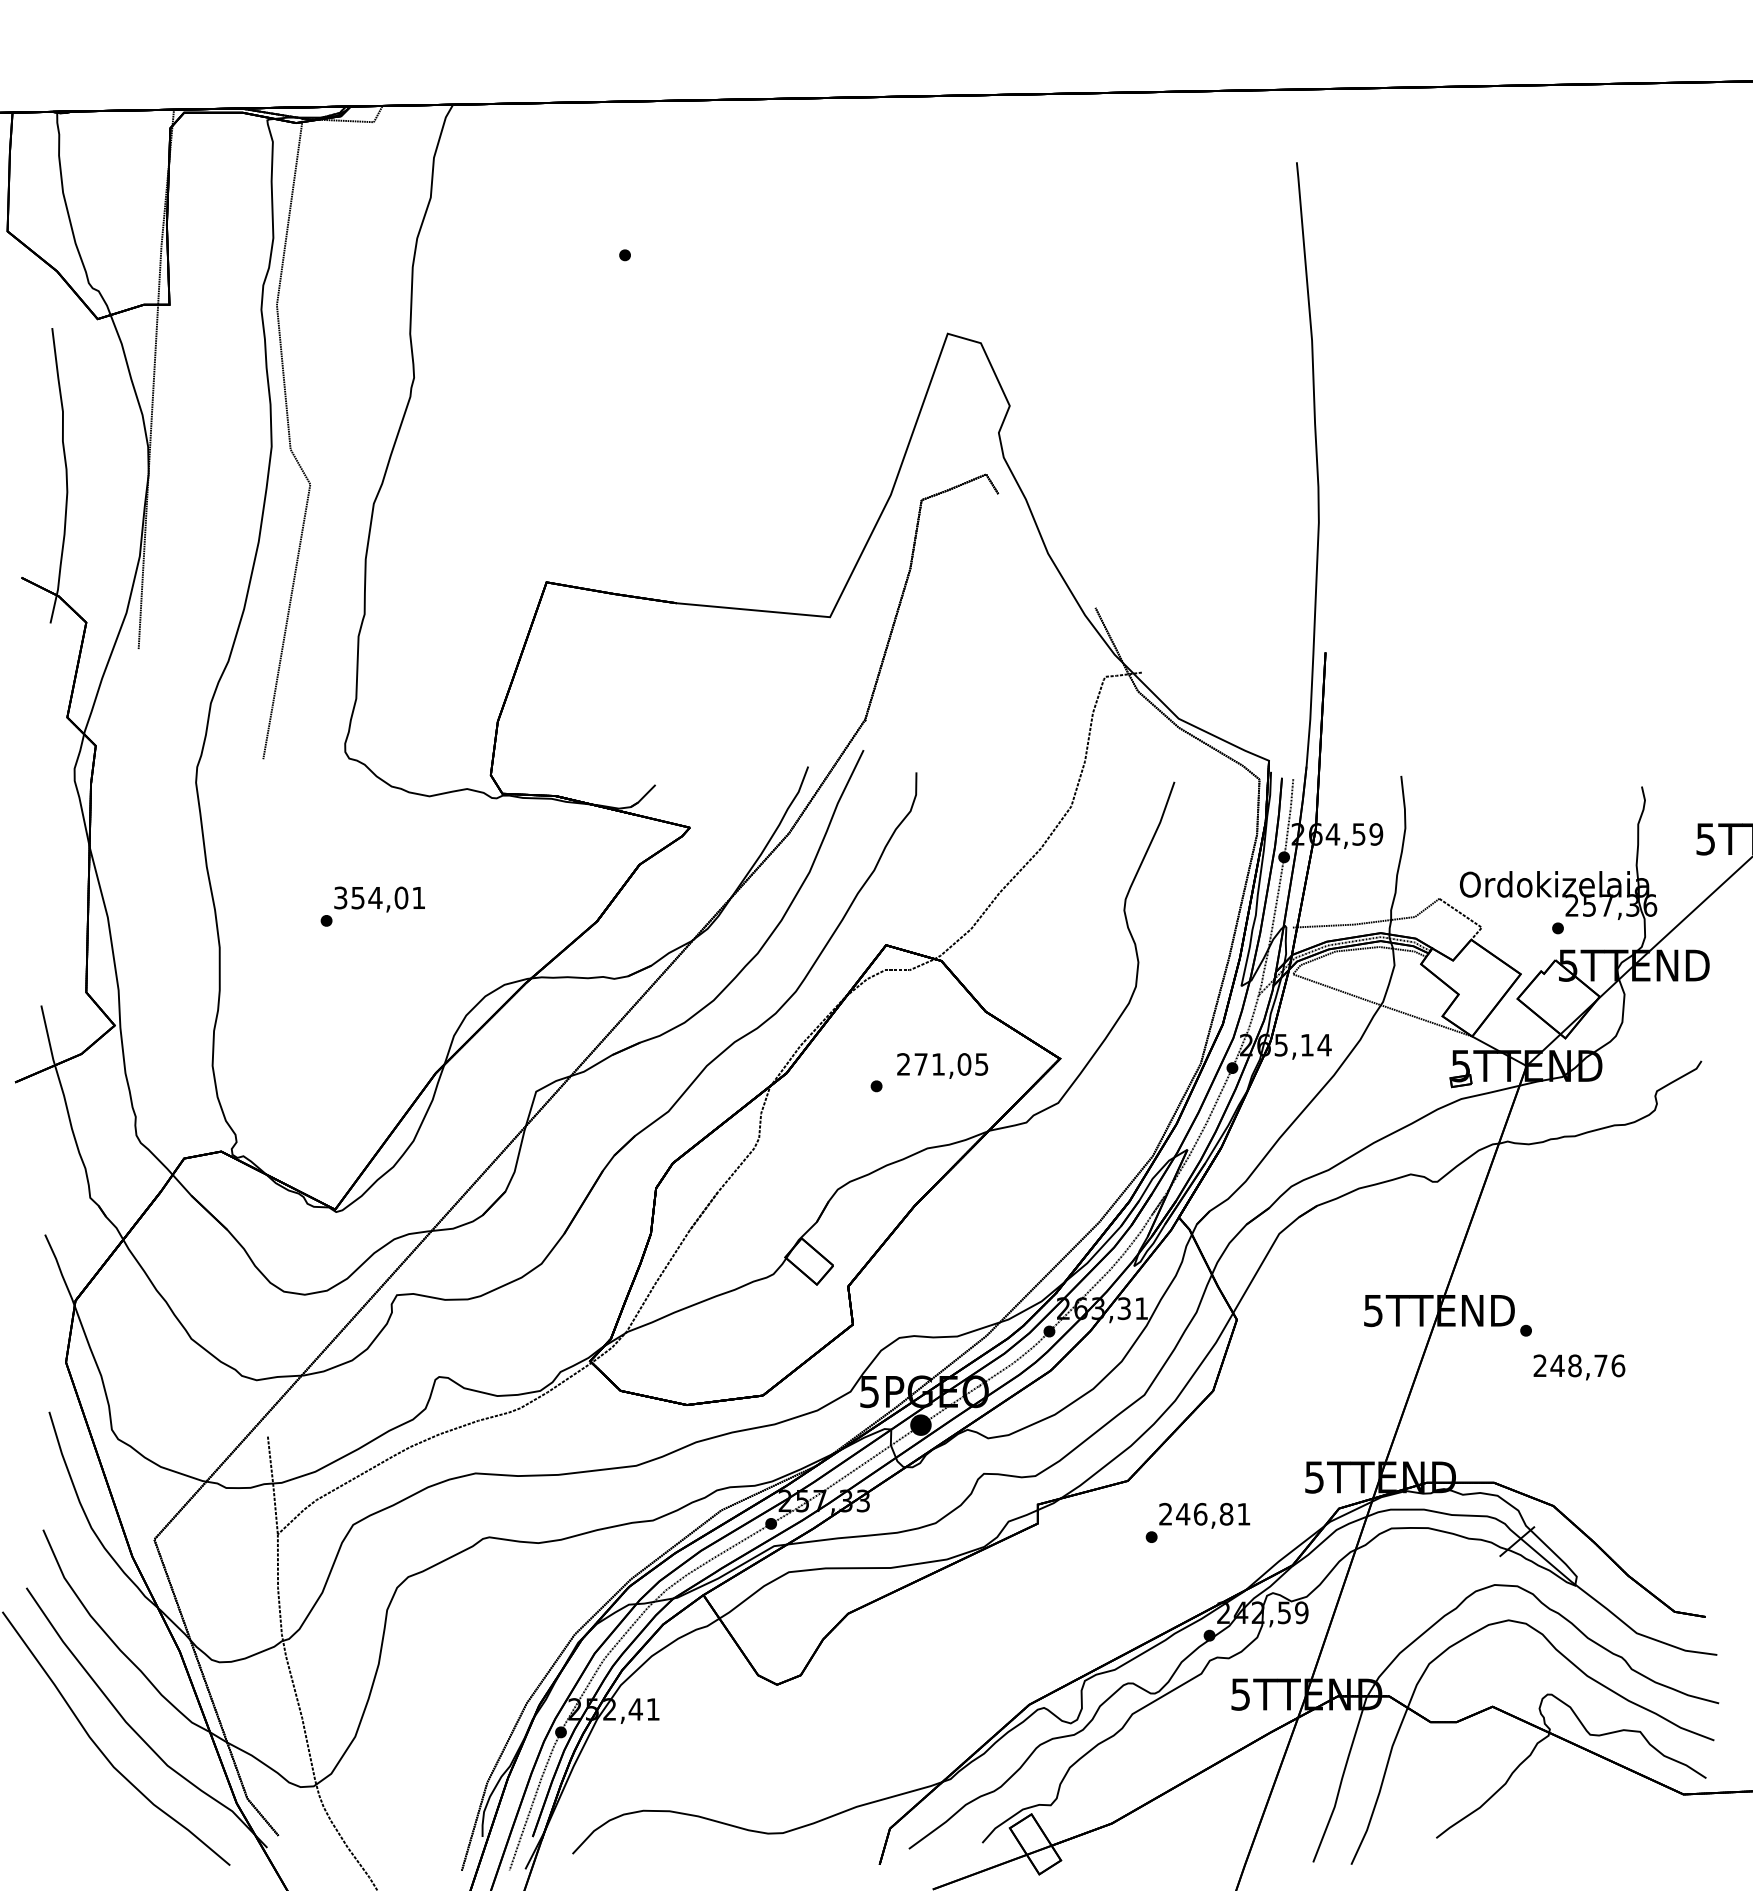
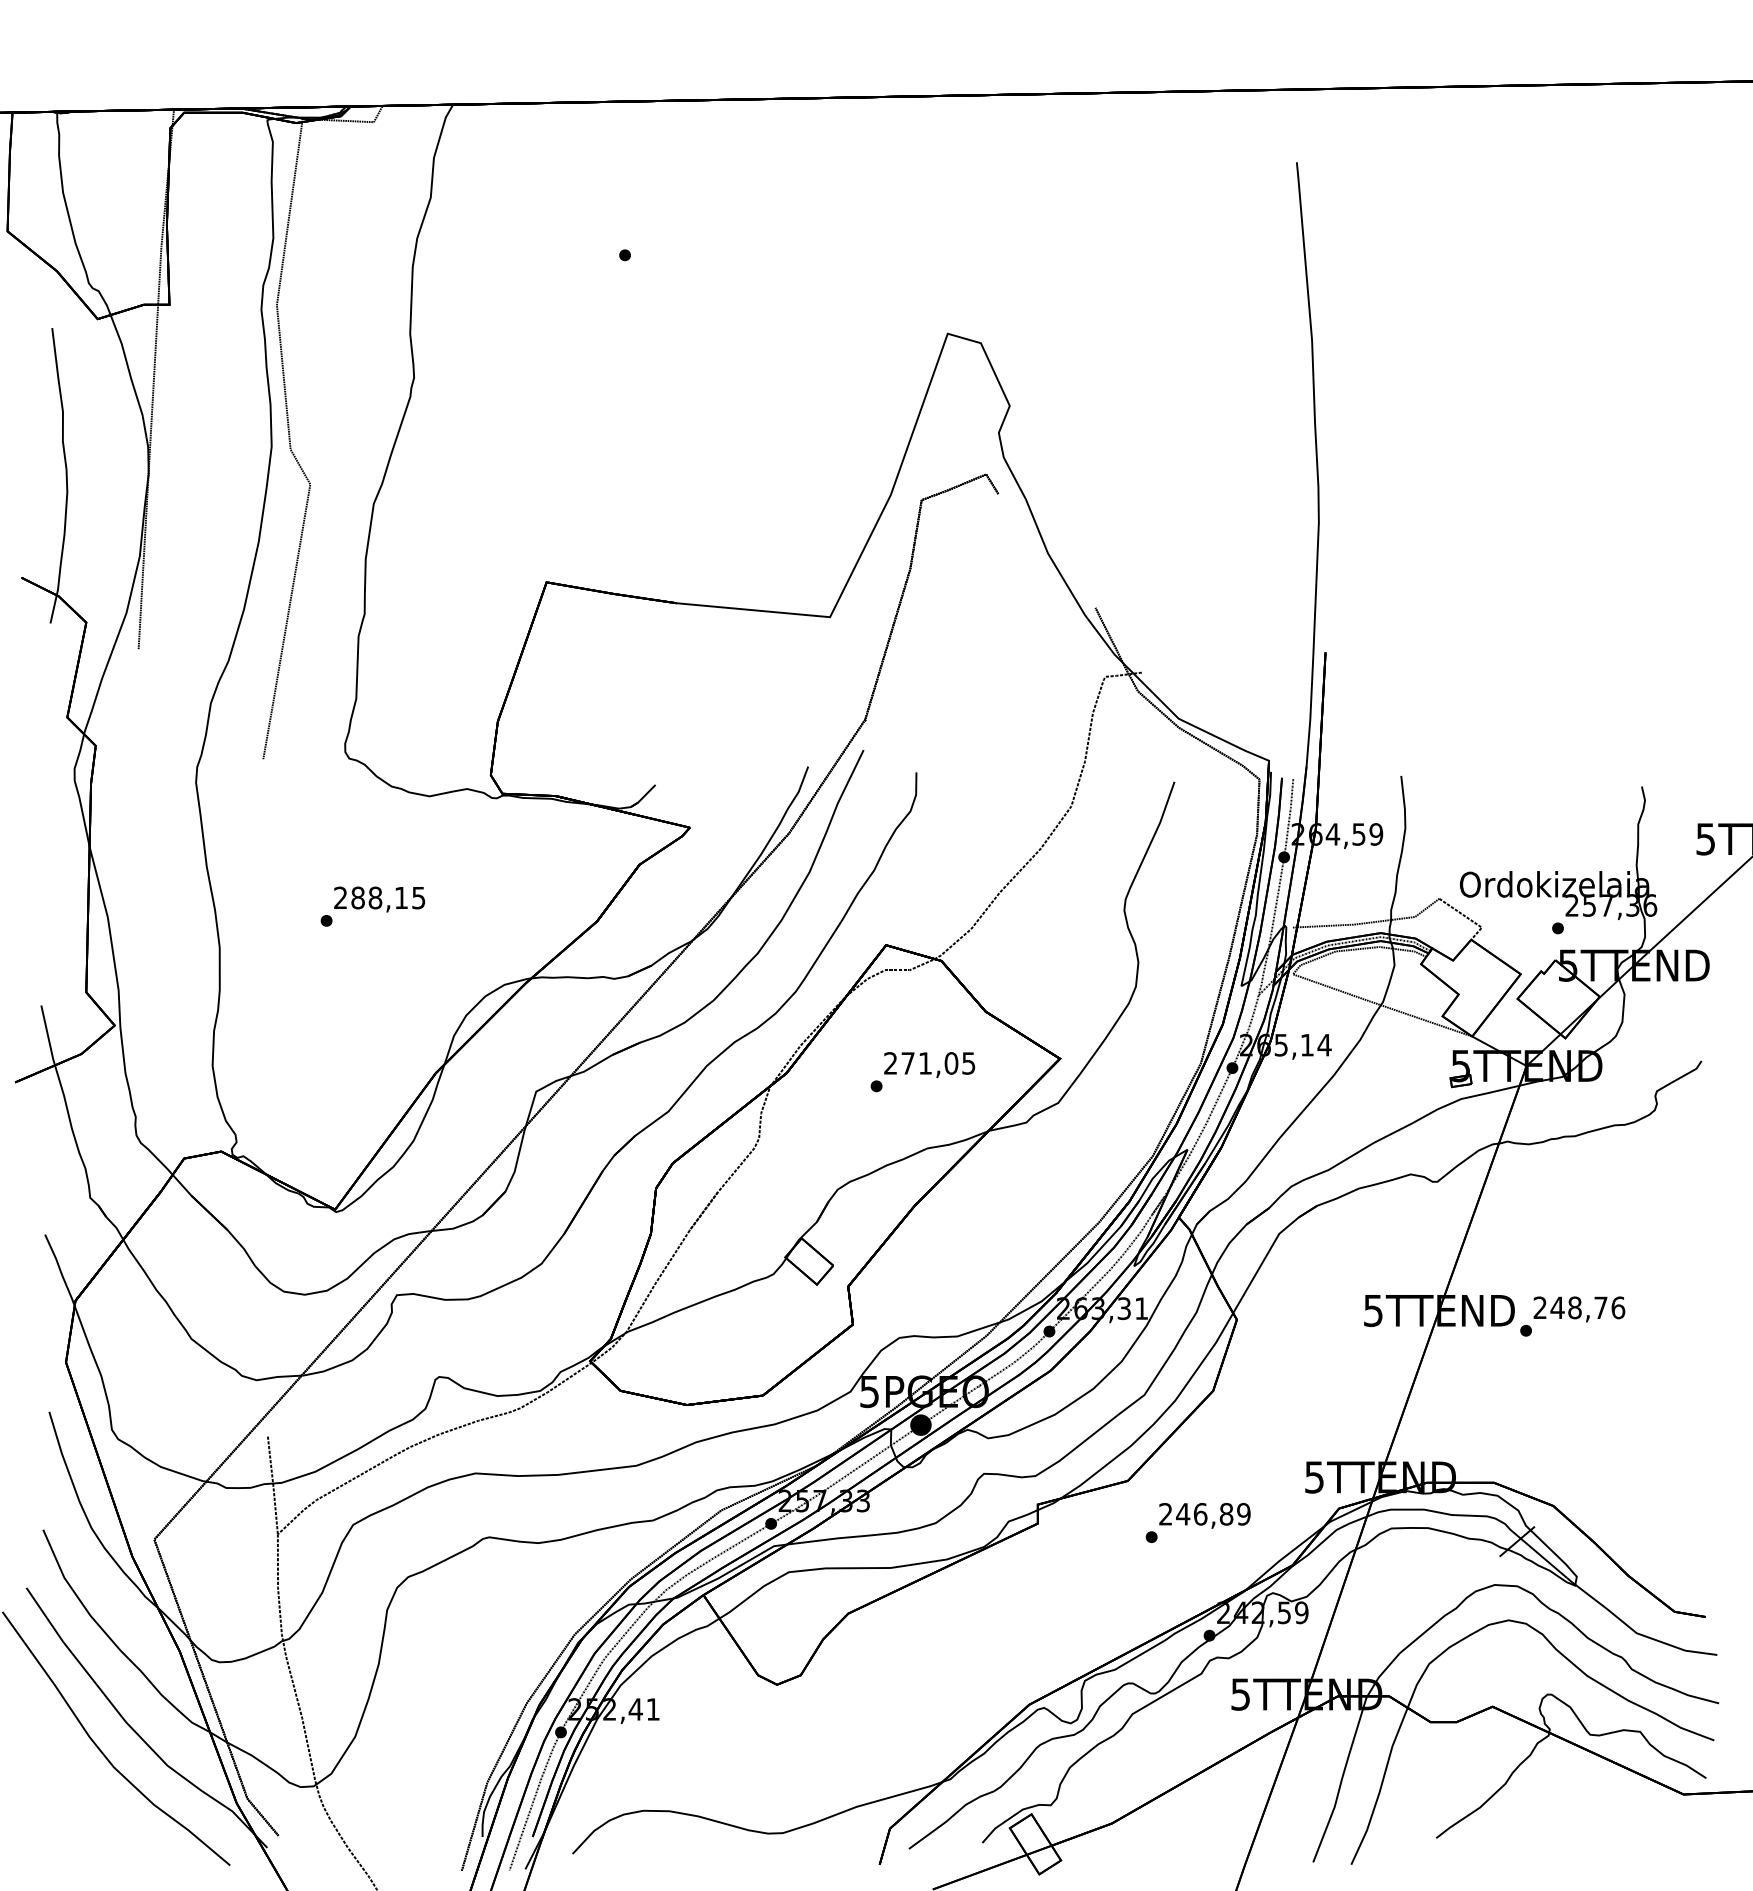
text at (379, 897): 354,01 -> 288,15
text at (942, 1065) position: (942, 1065) -> (929, 1064)
text at (1579, 1367) position: (1579, 1367) -> (1579, 1309)
text at (1243, 1513): 246,81 -> 246,89
